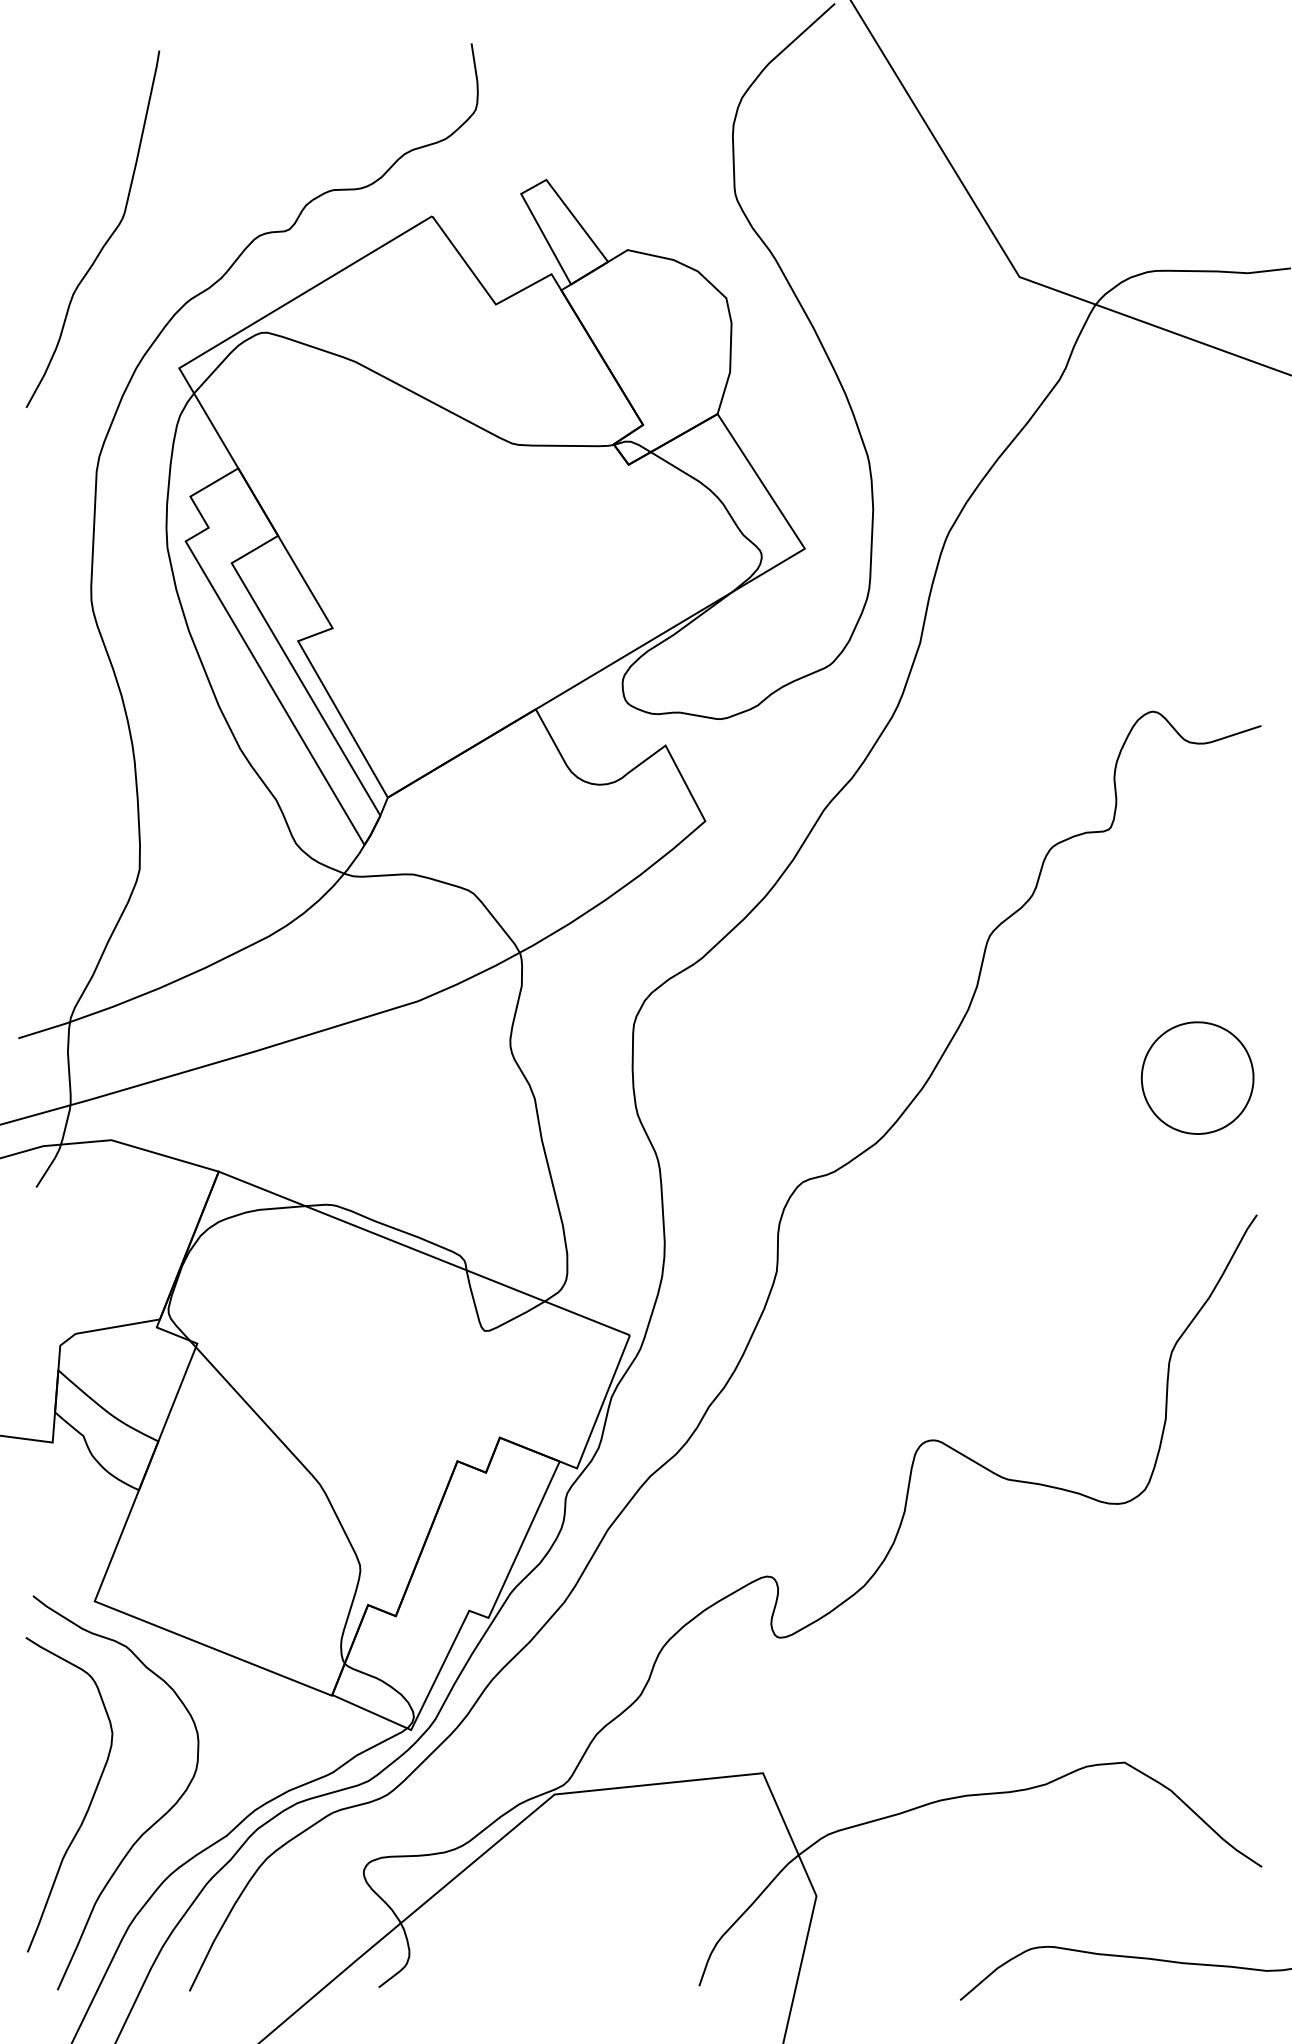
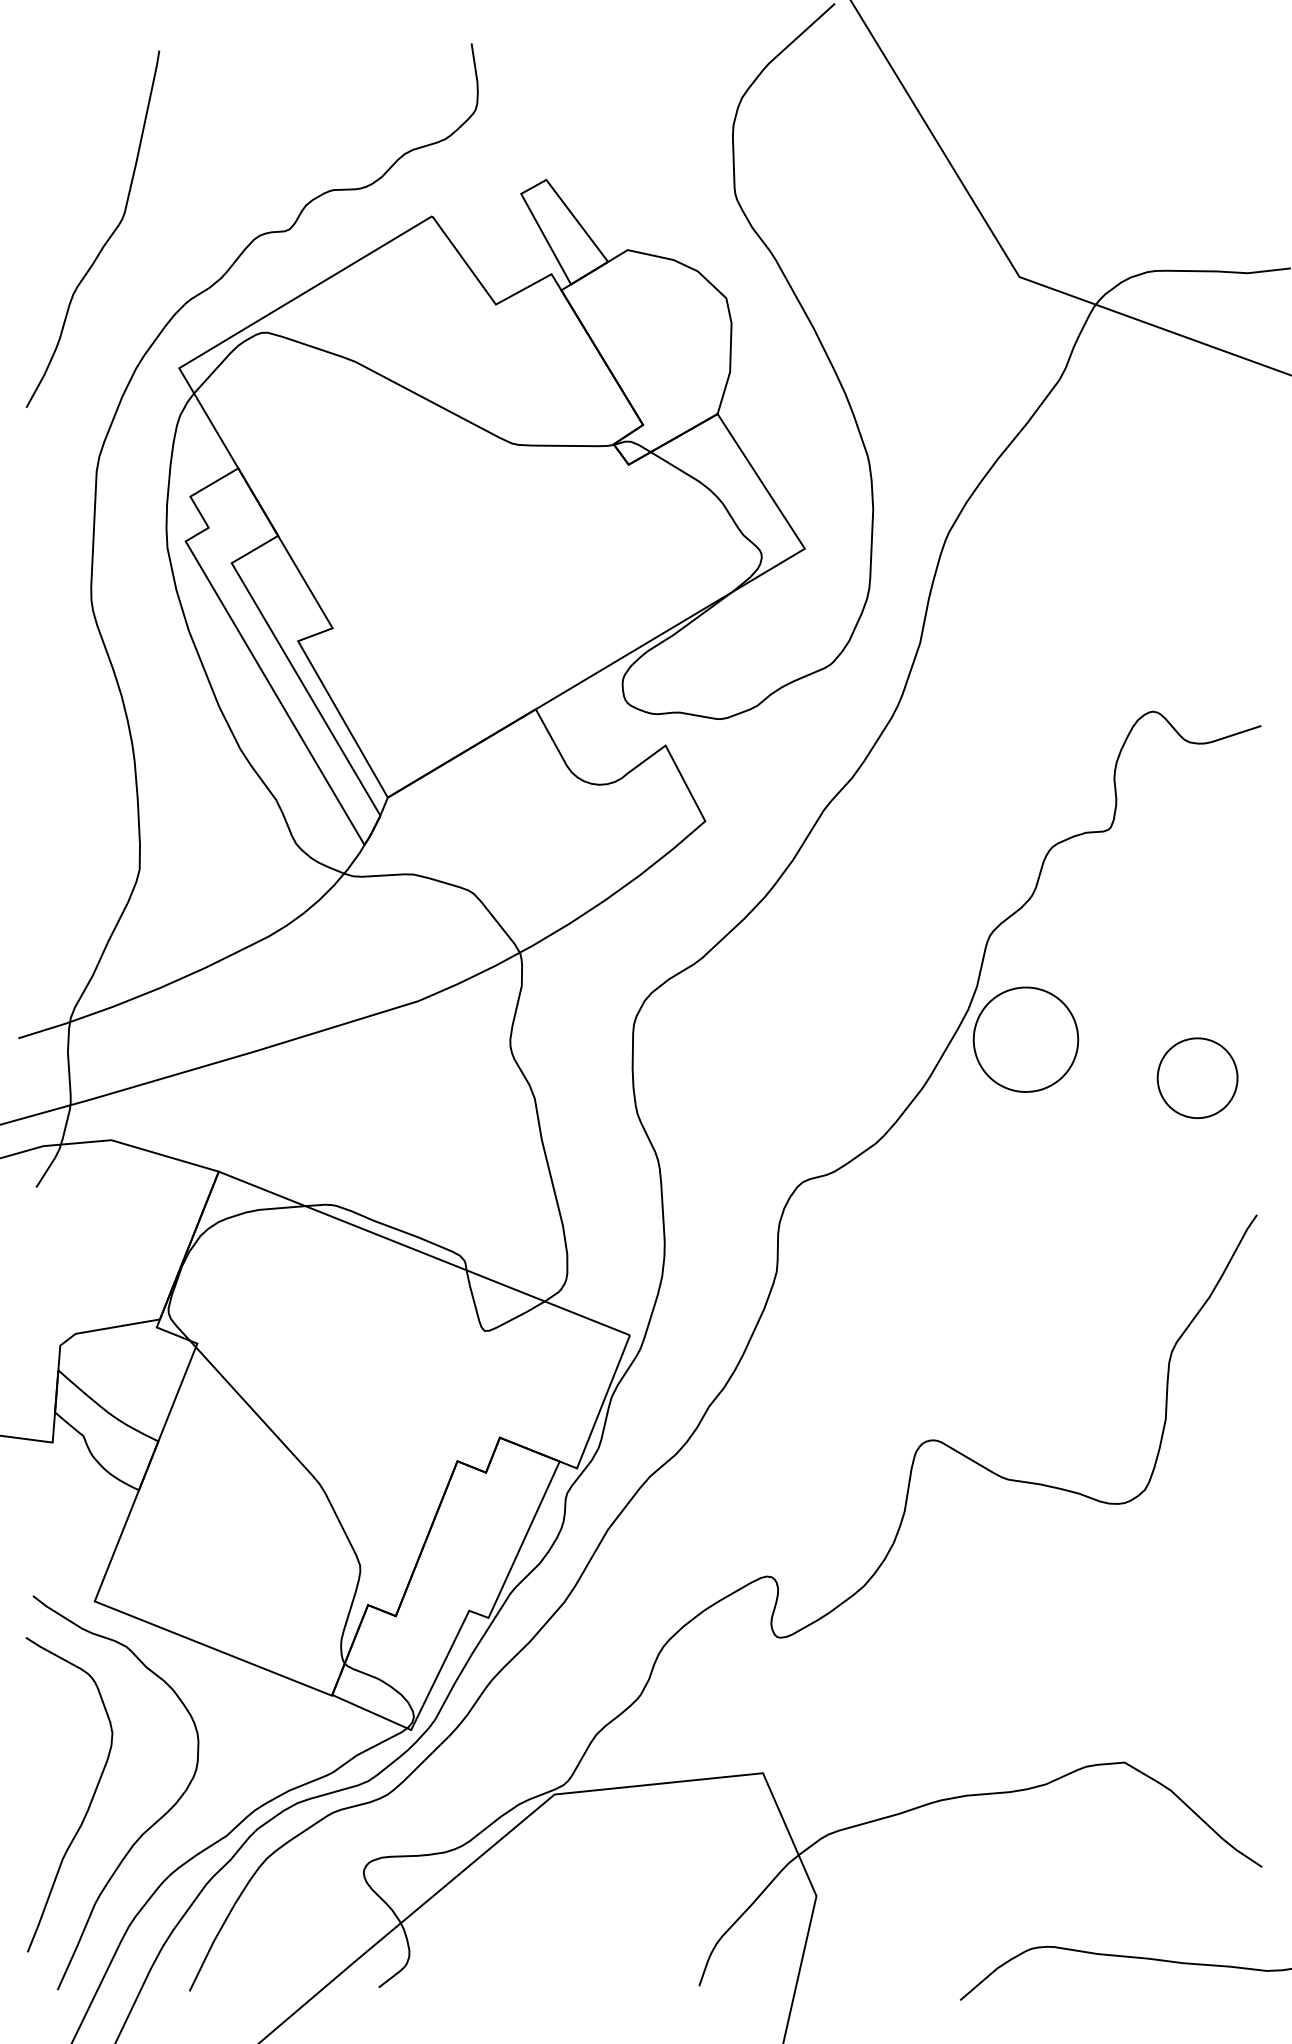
part at (1025, 1039): none -> present
part at (1197, 1077) size: 115x114 px -> 83x83 px
